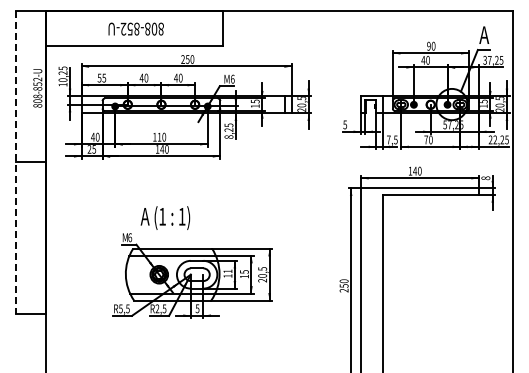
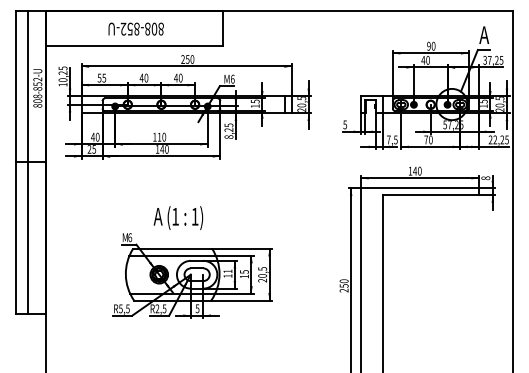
line at (28, 162): none -> present
line at (15, 163): dashed -> solid
text at (165, 217) position: (165, 217) -> (178, 217)
